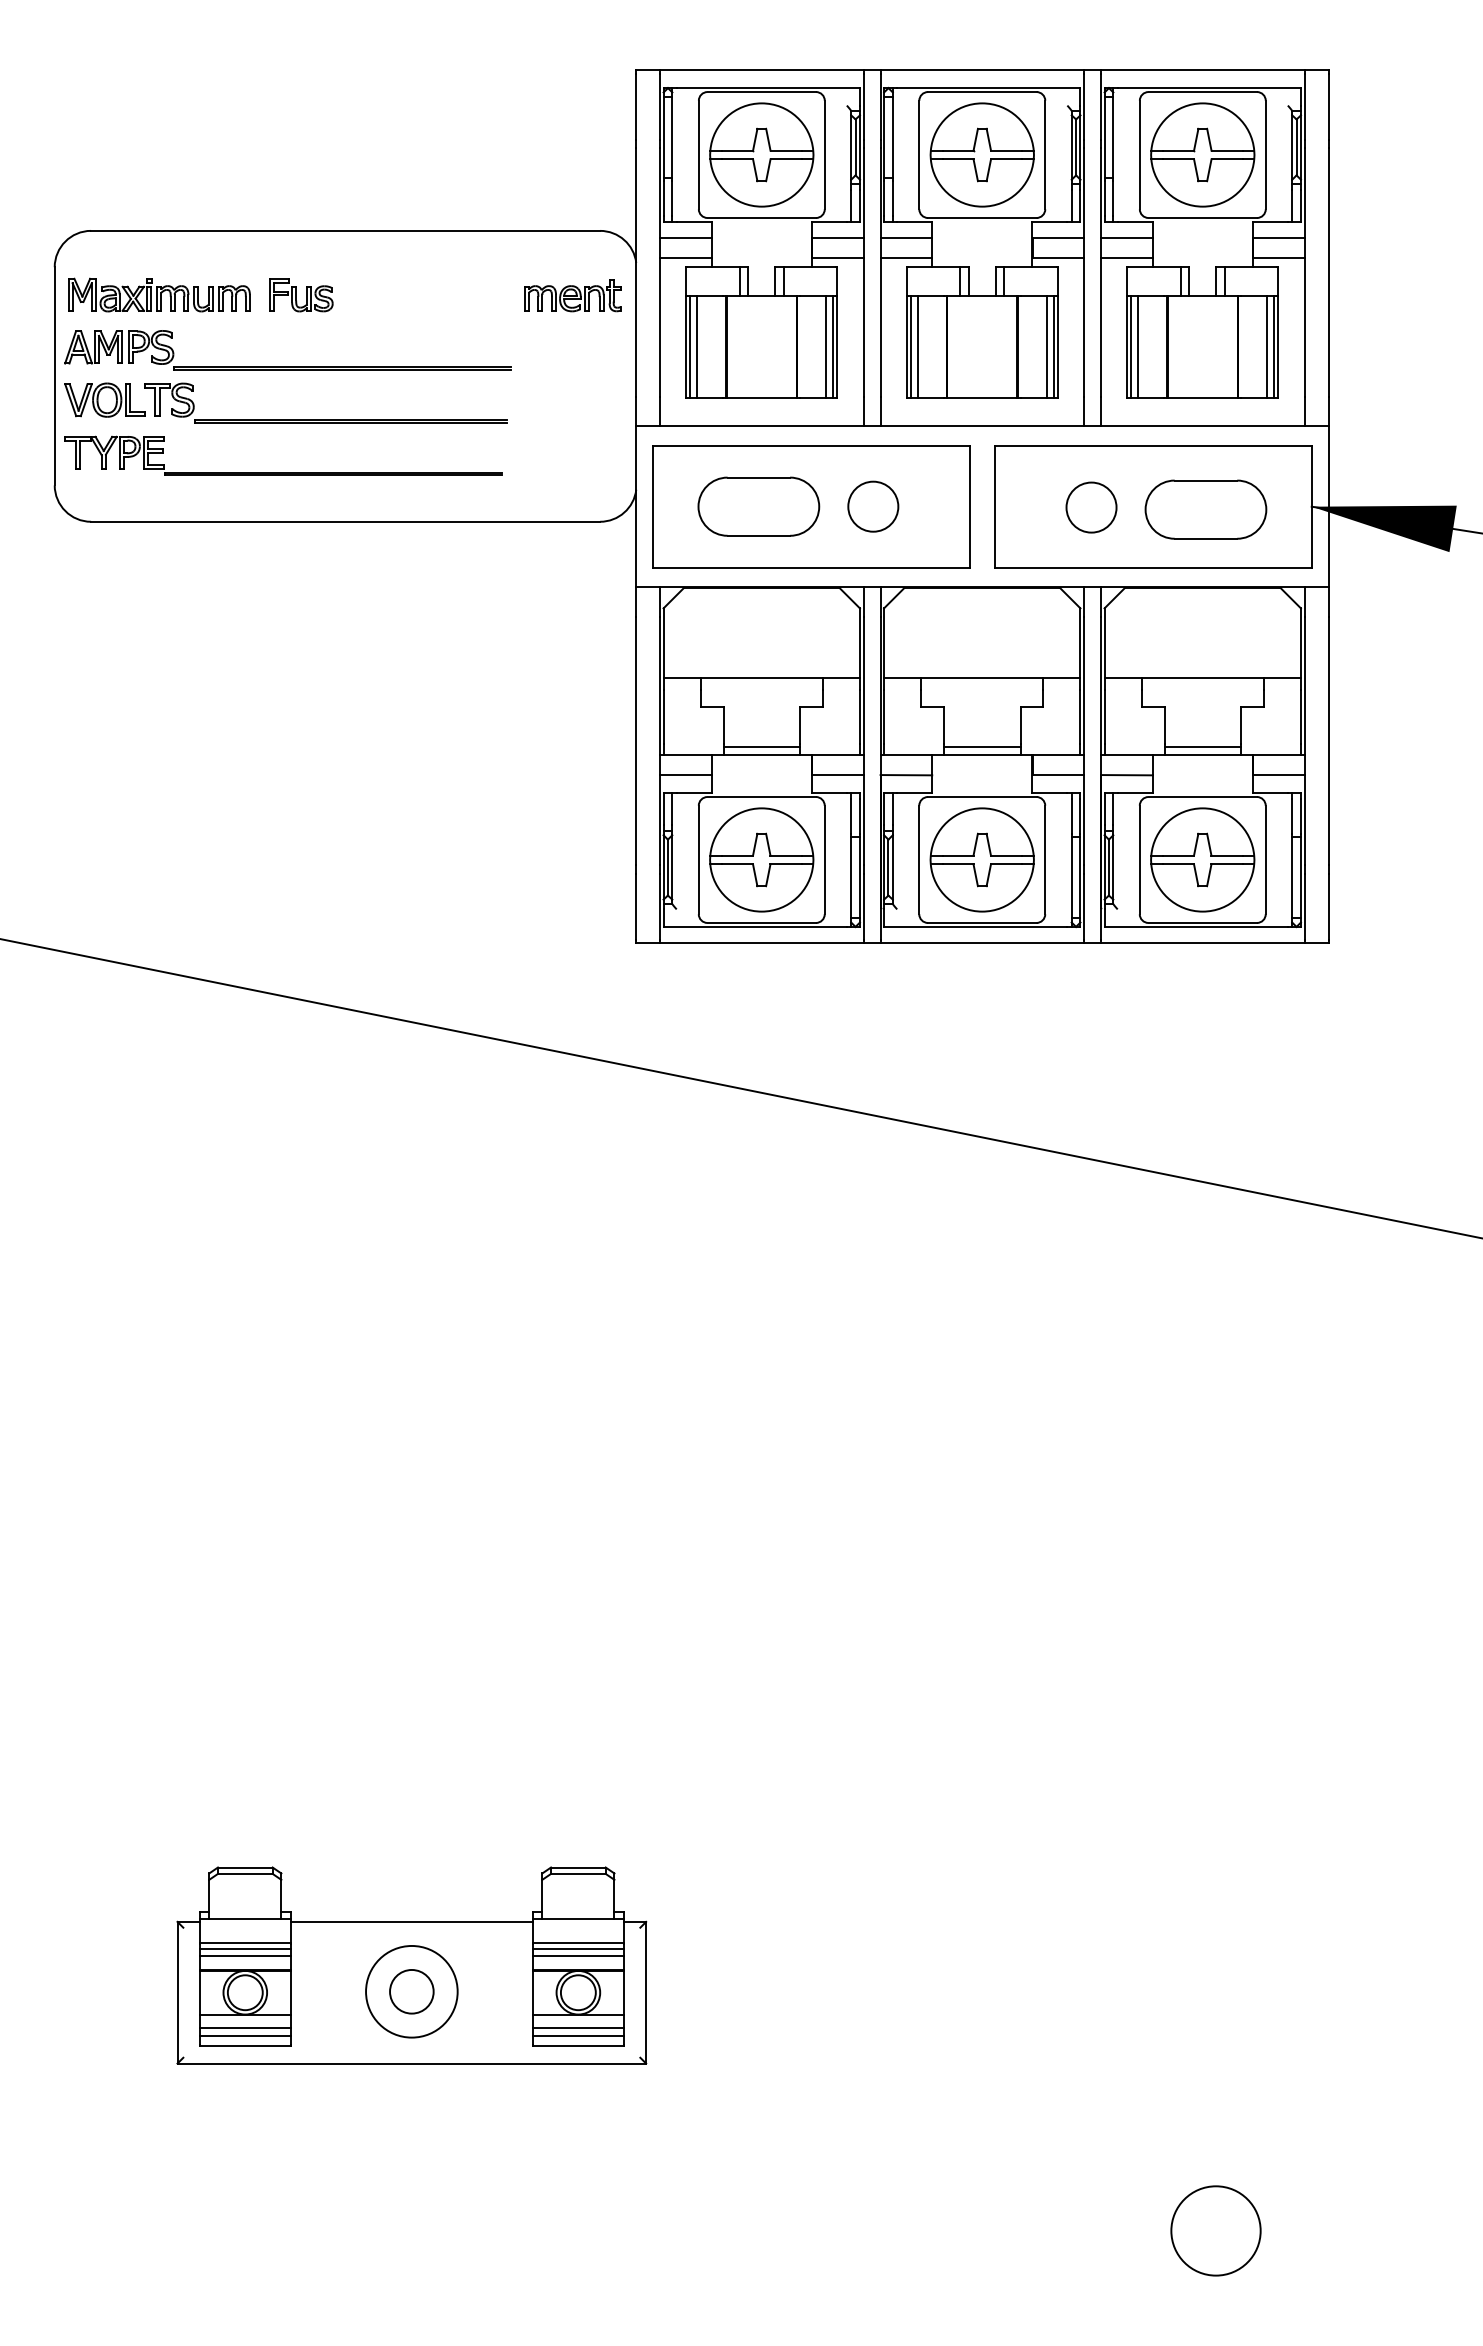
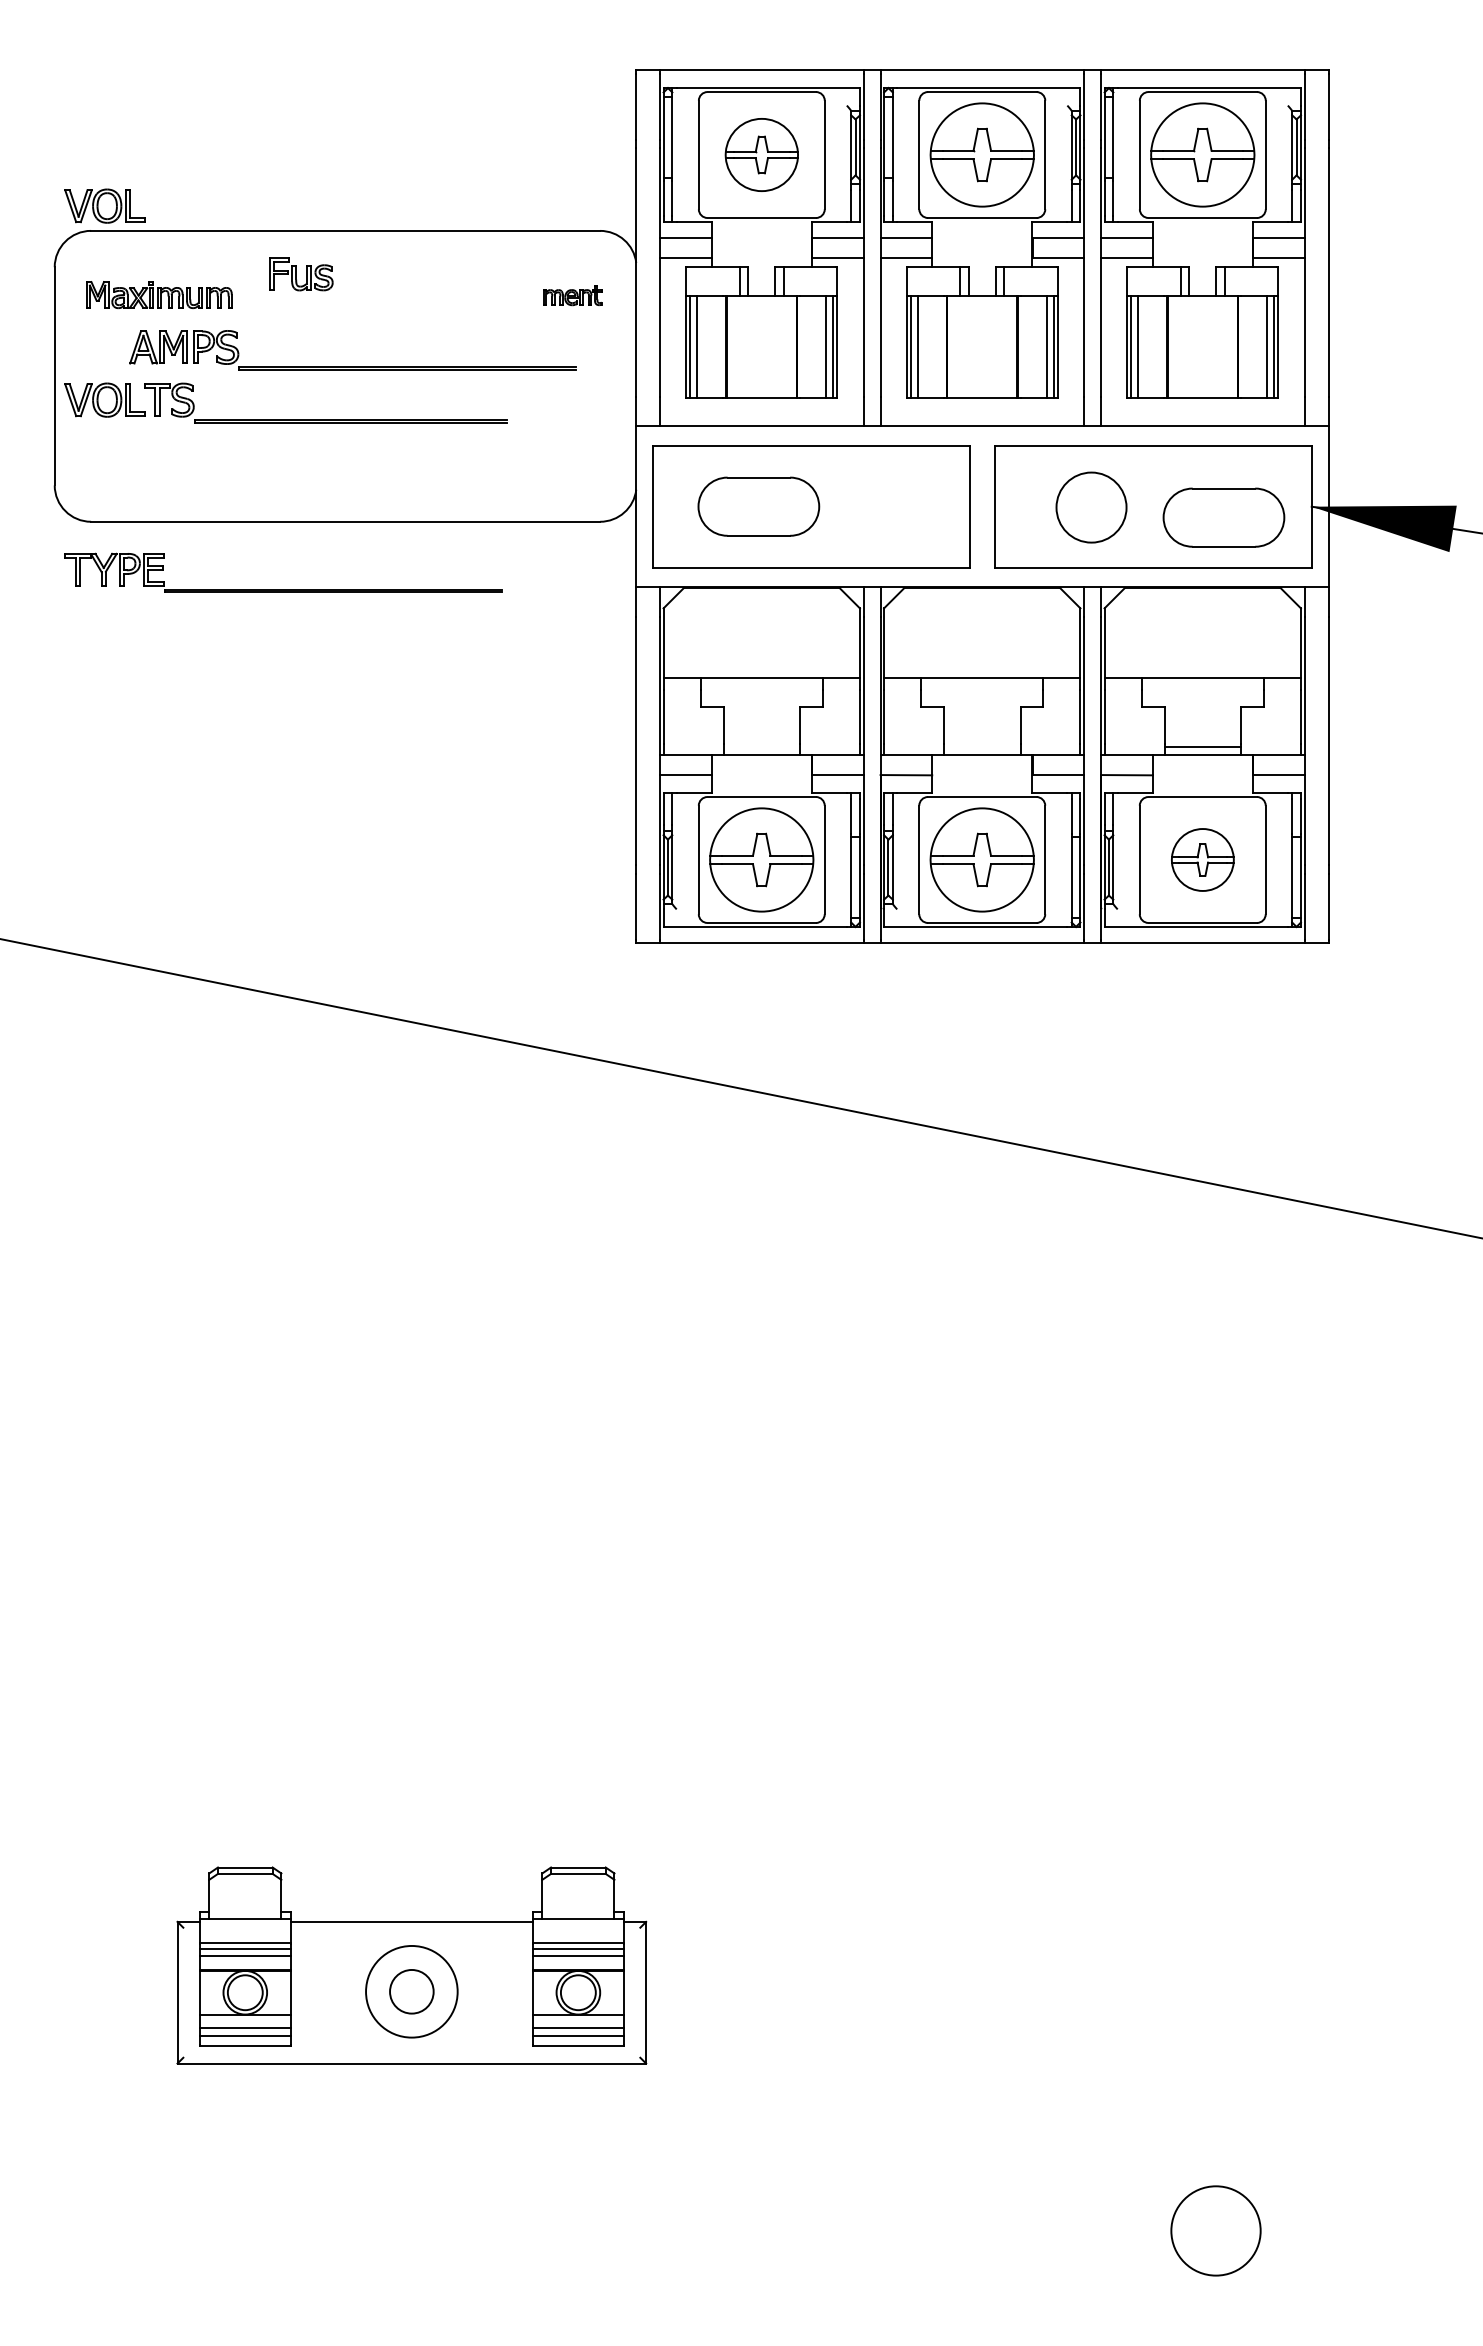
part at (761, 154) size: 106x106 px -> 75x74 px
part at (104, 205): none -> present
part at (159, 294) size: 183x36 px -> 147x28 px
part at (301, 295) position: (301, 295) -> (301, 274)
part at (572, 295) size: 98x34 px -> 60x22 px
part at (287, 366) position: (287, 366) -> (352, 366)
part at (283, 472) position: (283, 472) -> (283, 589)
circle at (873, 506): present -> none
circle at (1091, 507) diameter: 50 px -> 70 px
part at (1205, 509) position: (1205, 509) -> (1223, 517)
line at (761, 746): present -> none
line at (982, 746): present -> none
part at (1202, 859) size: 106x106 px -> 64x64 px
